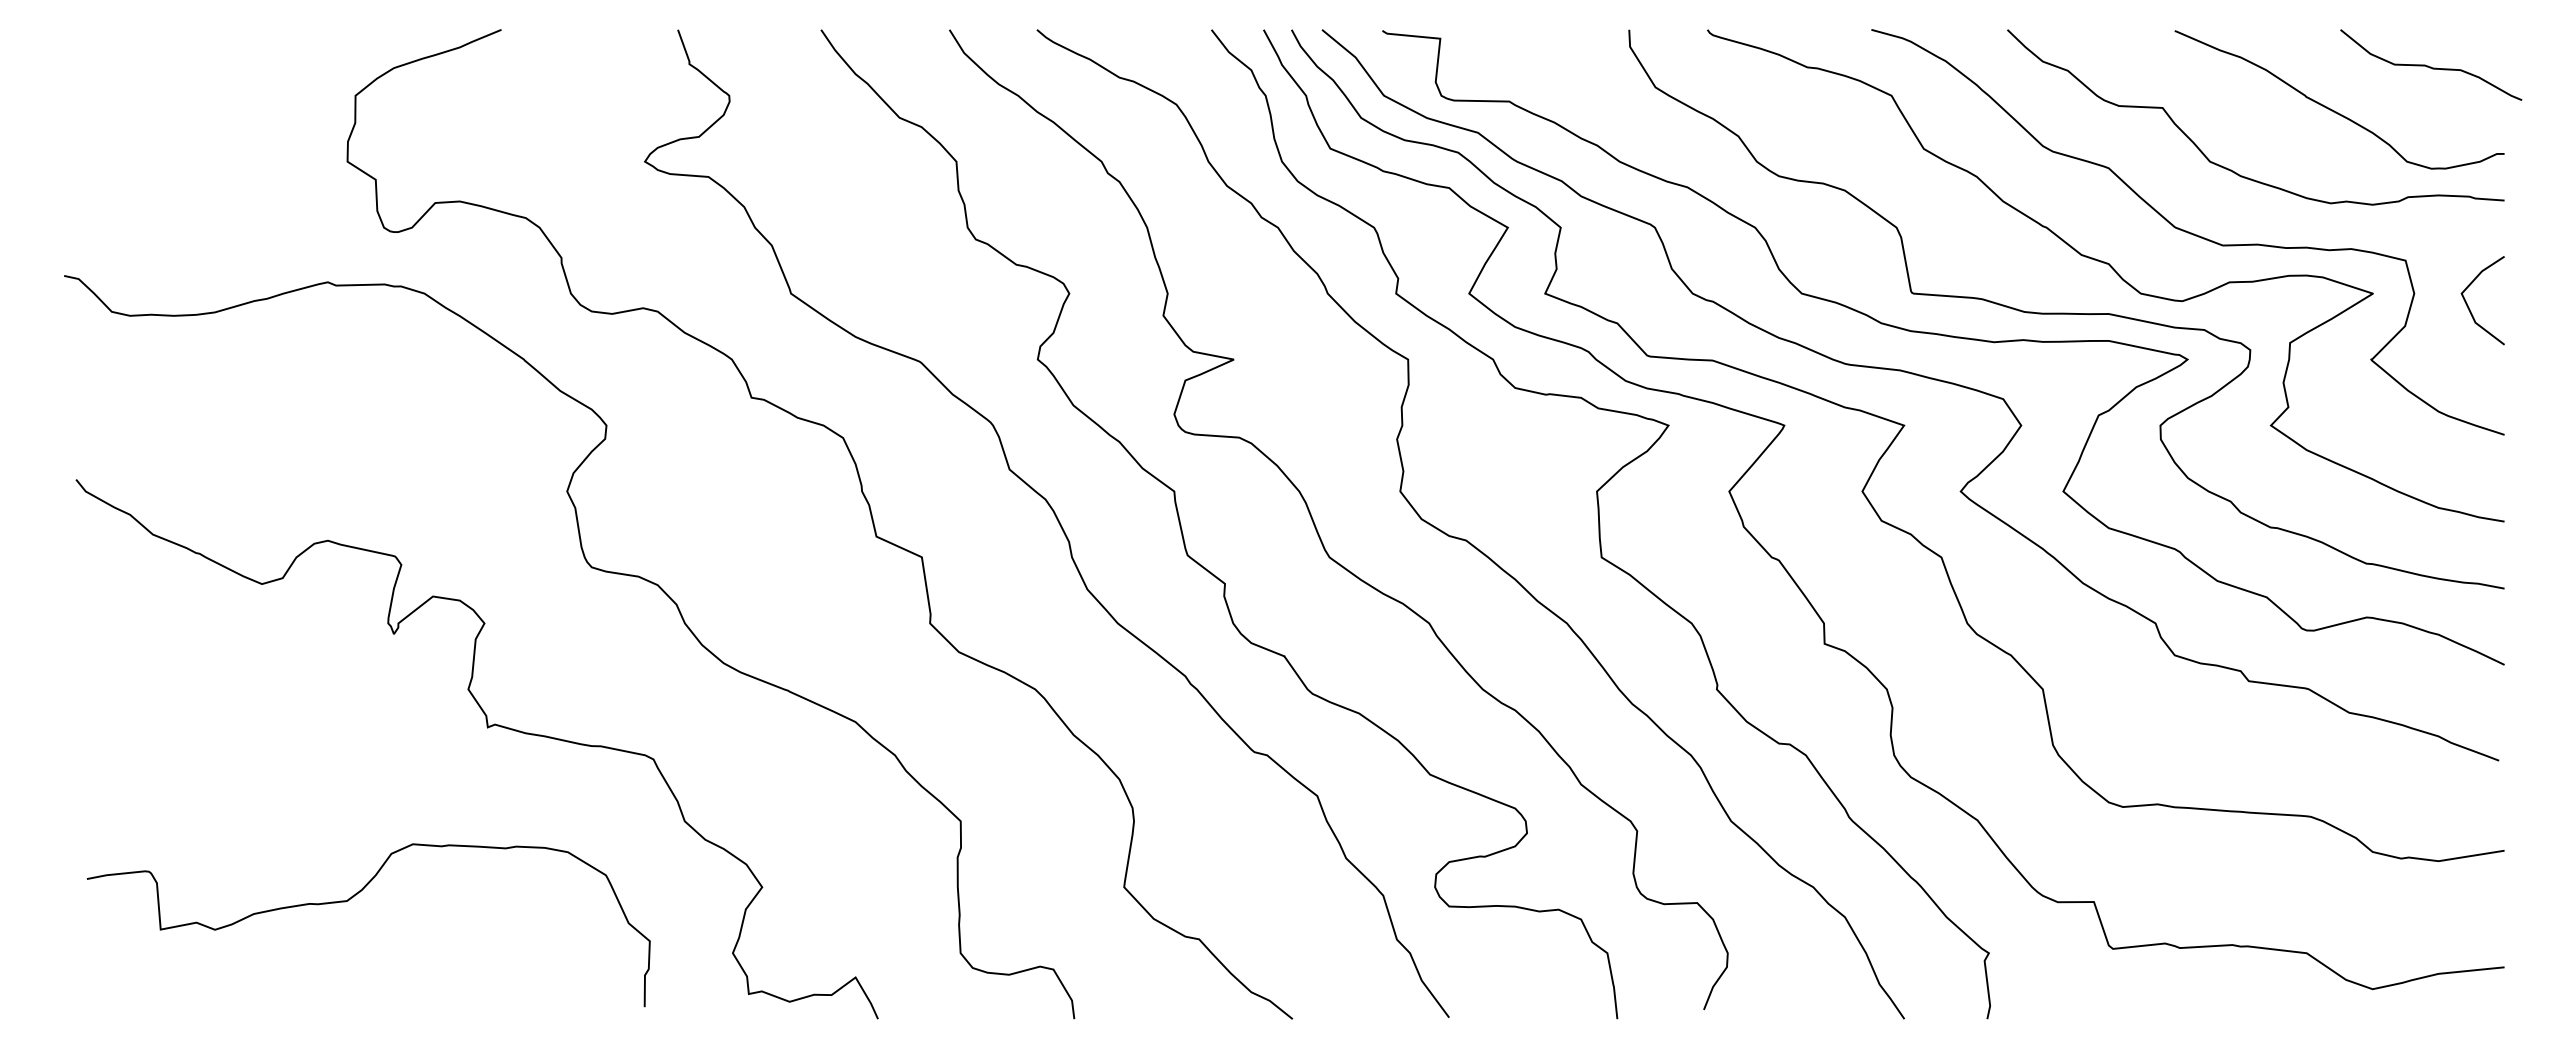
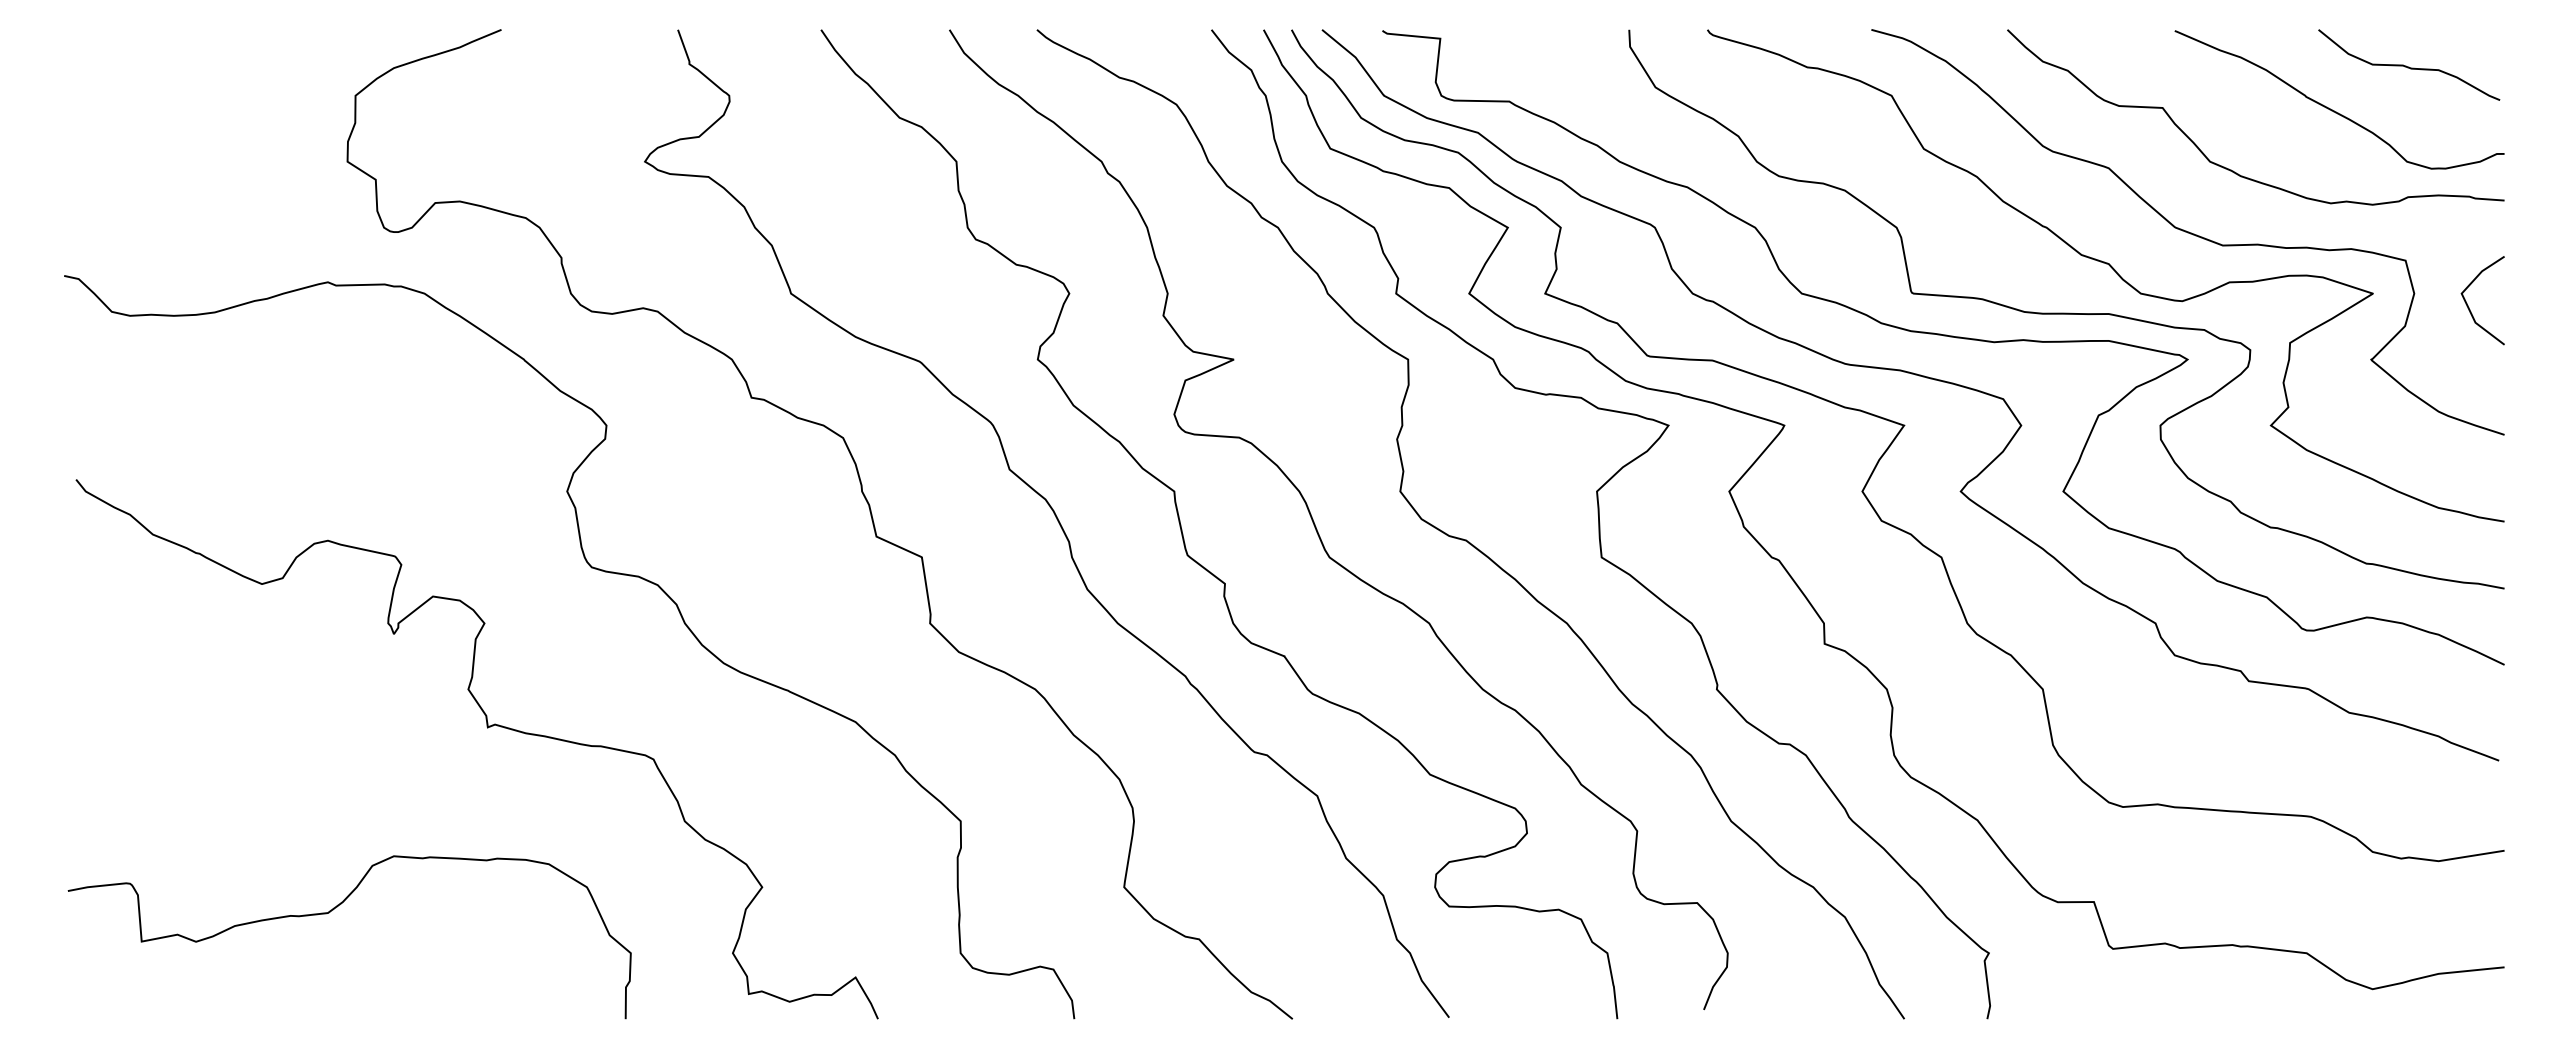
curve at (2431, 66) position: (2431, 66) -> (2409, 66)
curve at (348, 901) position: (348, 901) -> (329, 913)
